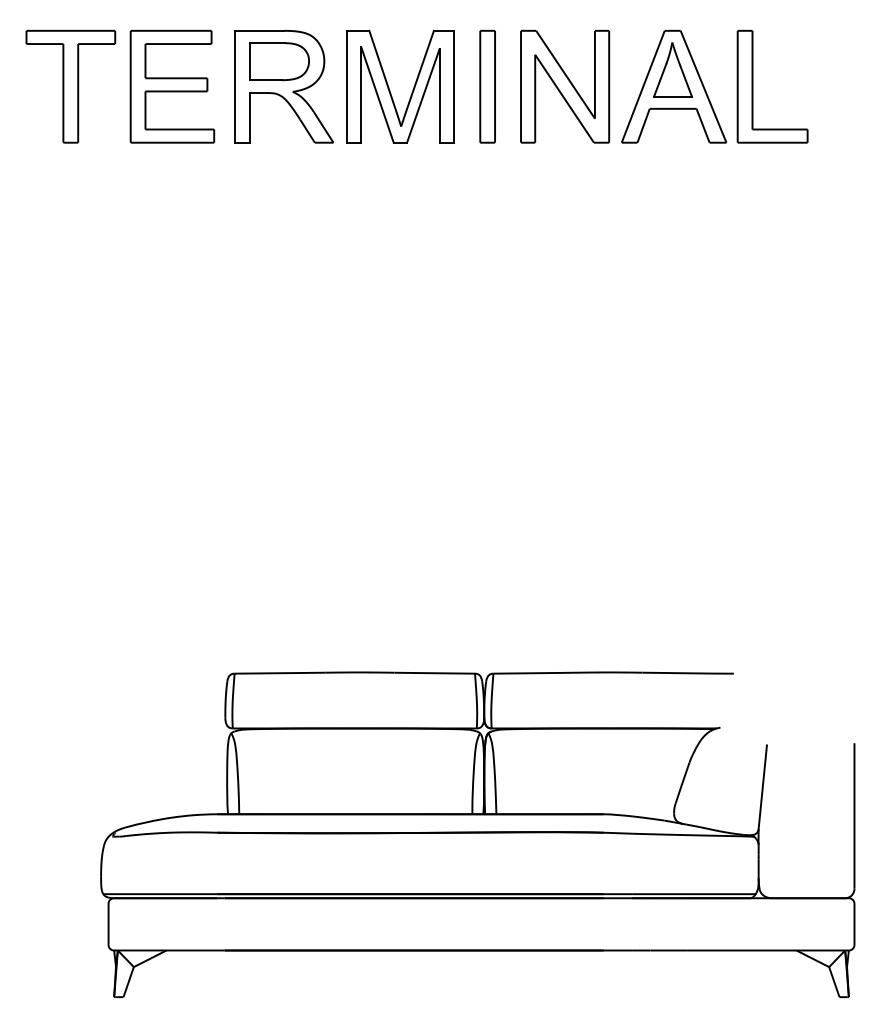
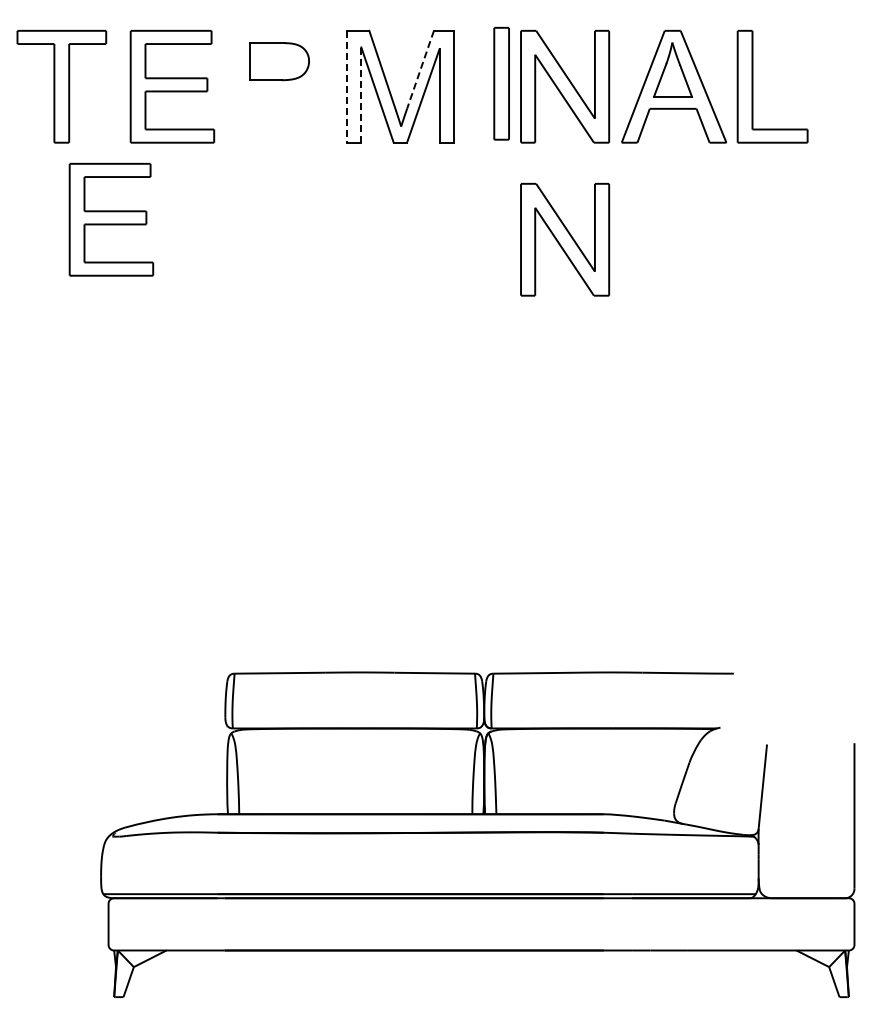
line at (420, 70): solid -> dashed
part at (70, 86) position: (70, 86) -> (61, 86)
part at (283, 86): present -> none
line at (347, 86): solid -> dashed
part at (487, 86) position: (487, 86) -> (501, 83)
line at (361, 95): solid -> dashed
part at (111, 219): none -> present
part at (565, 239): none -> present
